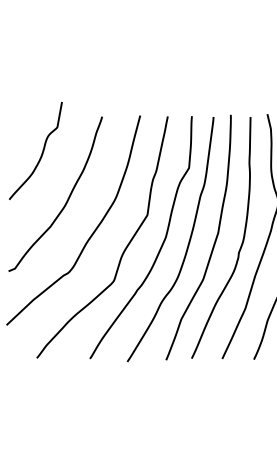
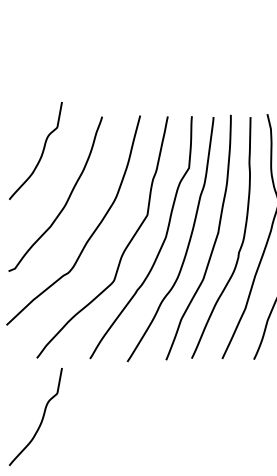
curve at (41, 419): none -> present
